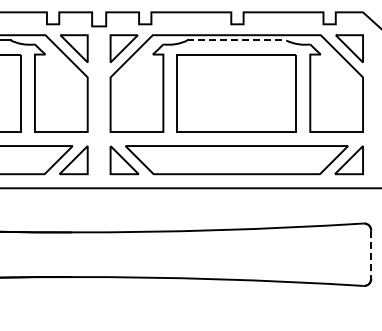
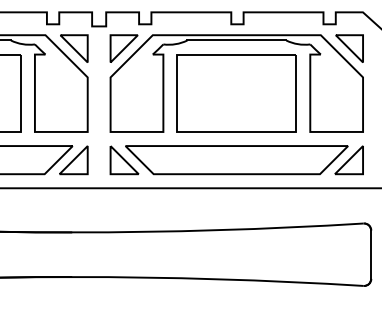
line at (237, 40): dashed -> solid
line at (371, 255): dashed -> solid
